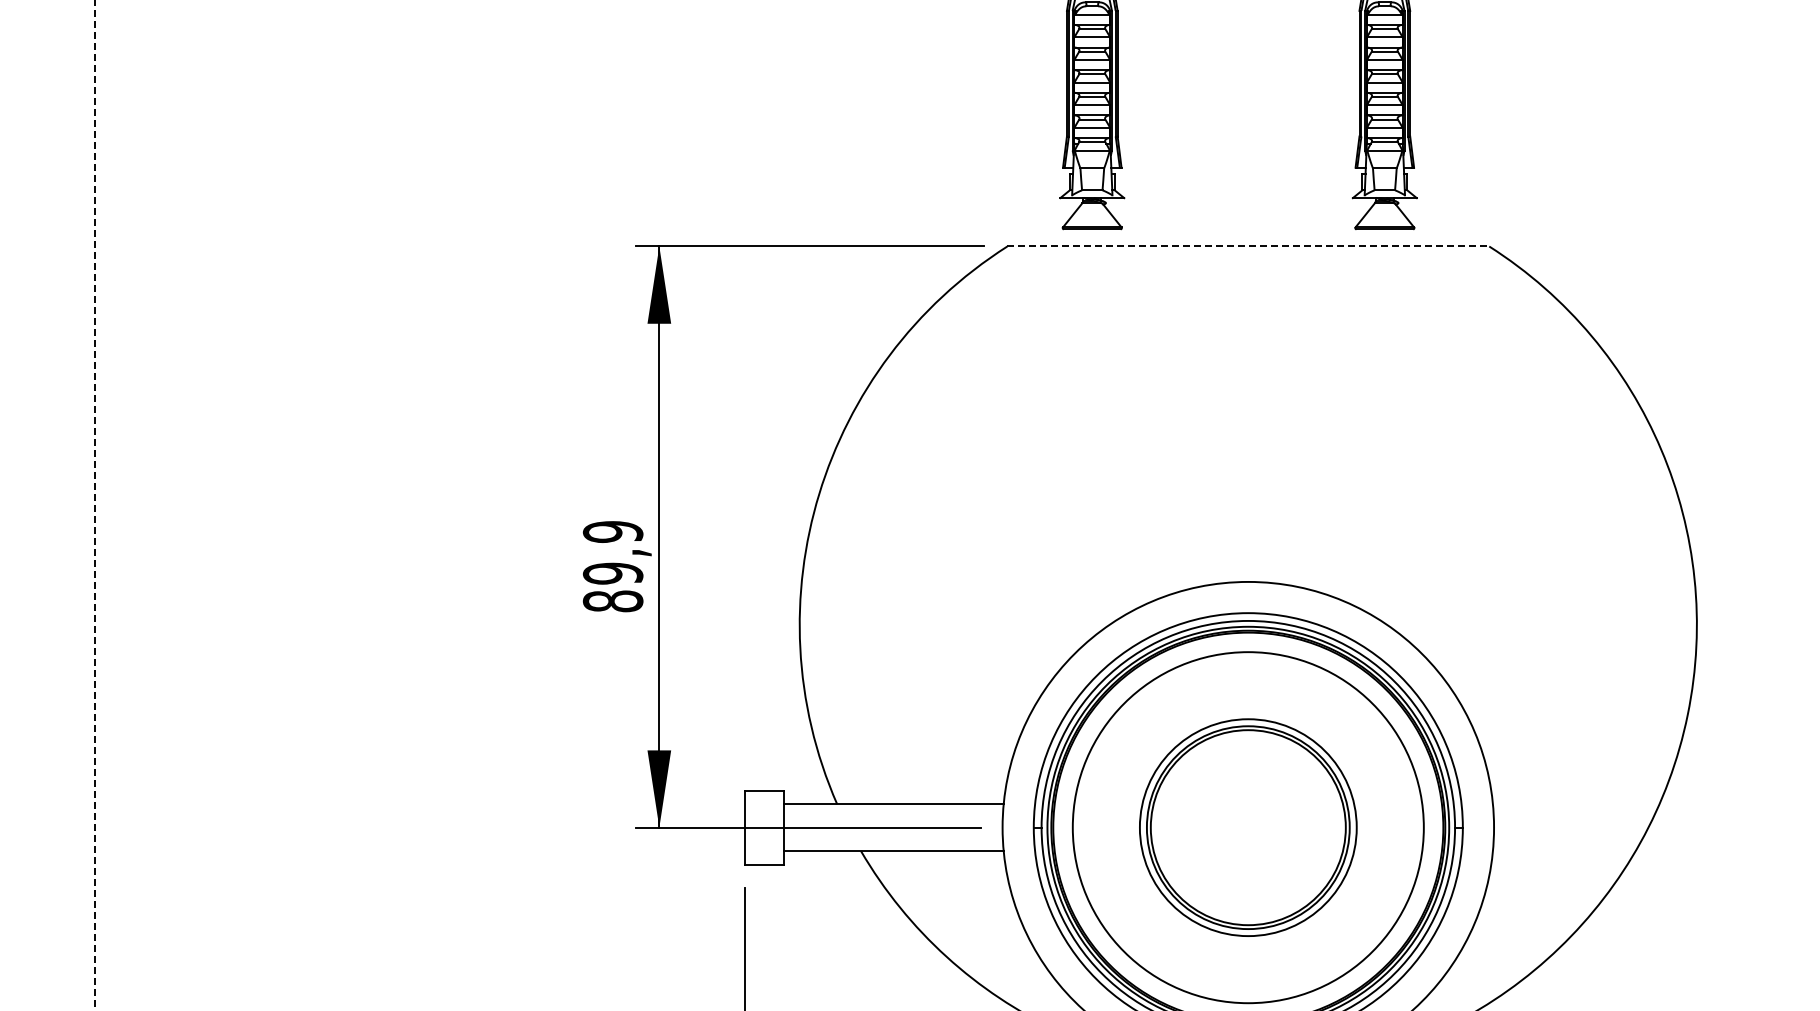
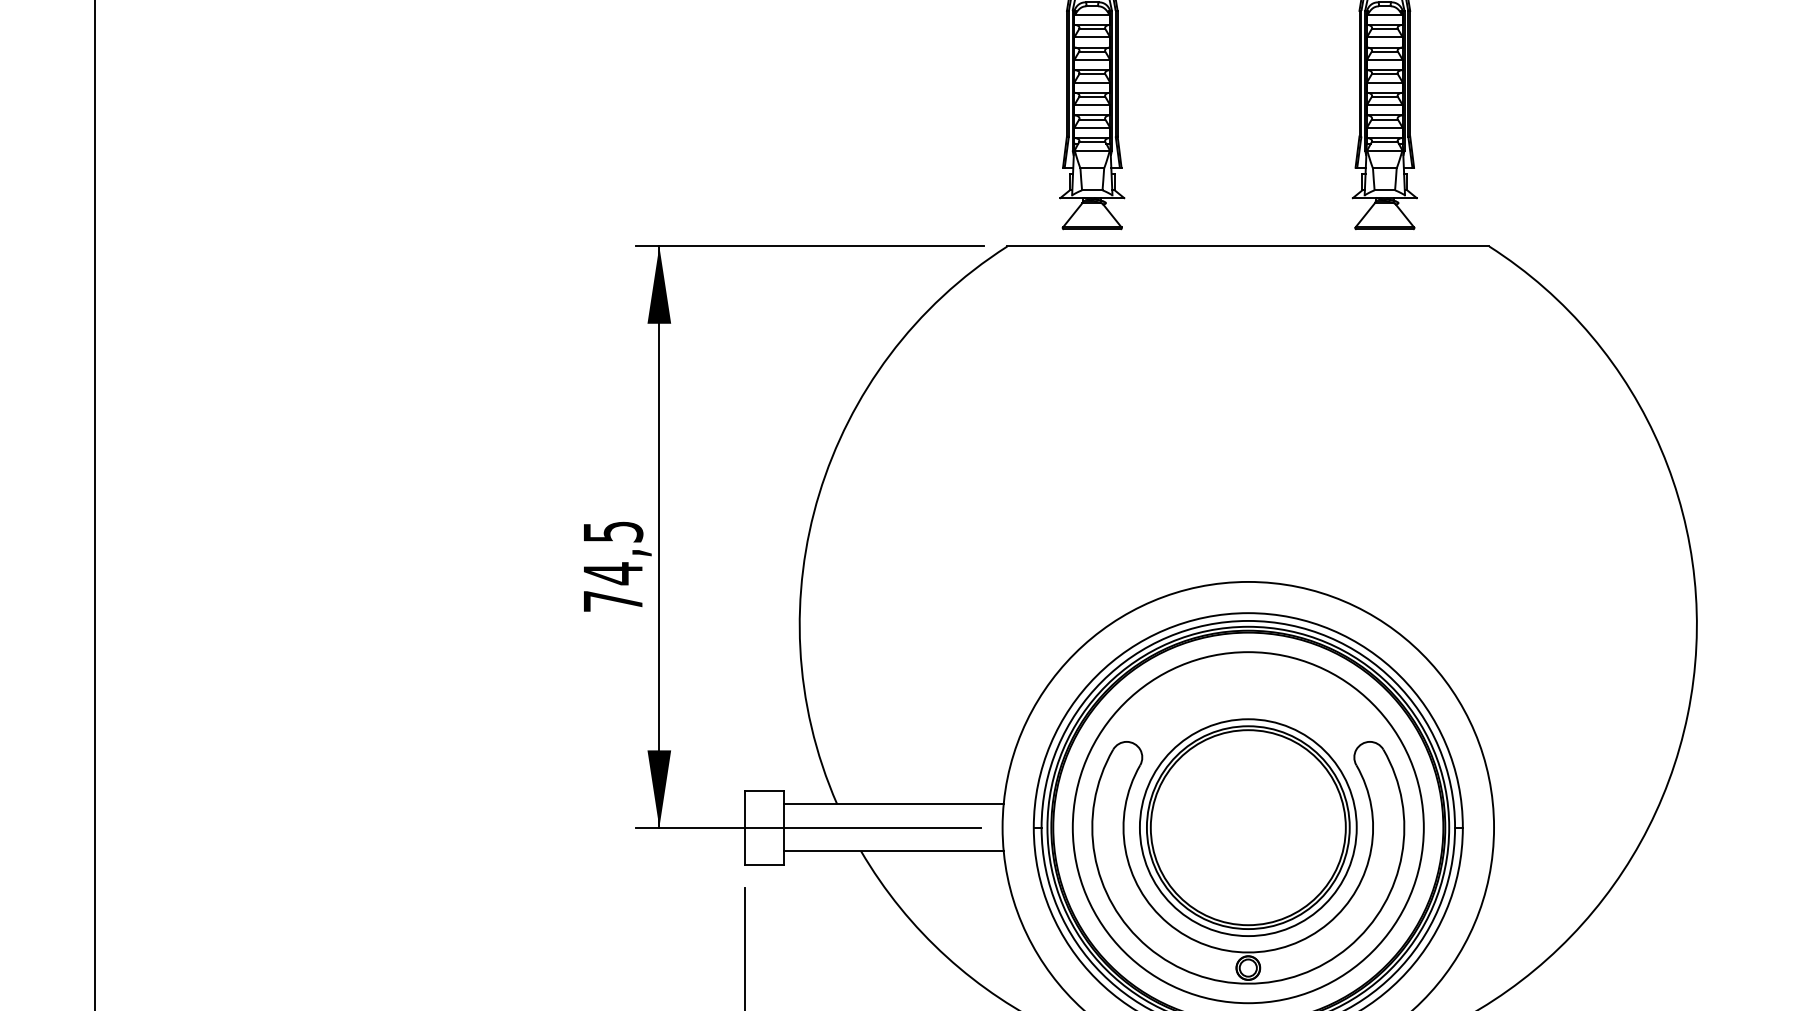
line at (1248, 246): dashed -> solid
line at (94, 505): dashed -> solid
text at (612, 566): 89,9 -> 74,5
part at (1260, 950): none -> present
